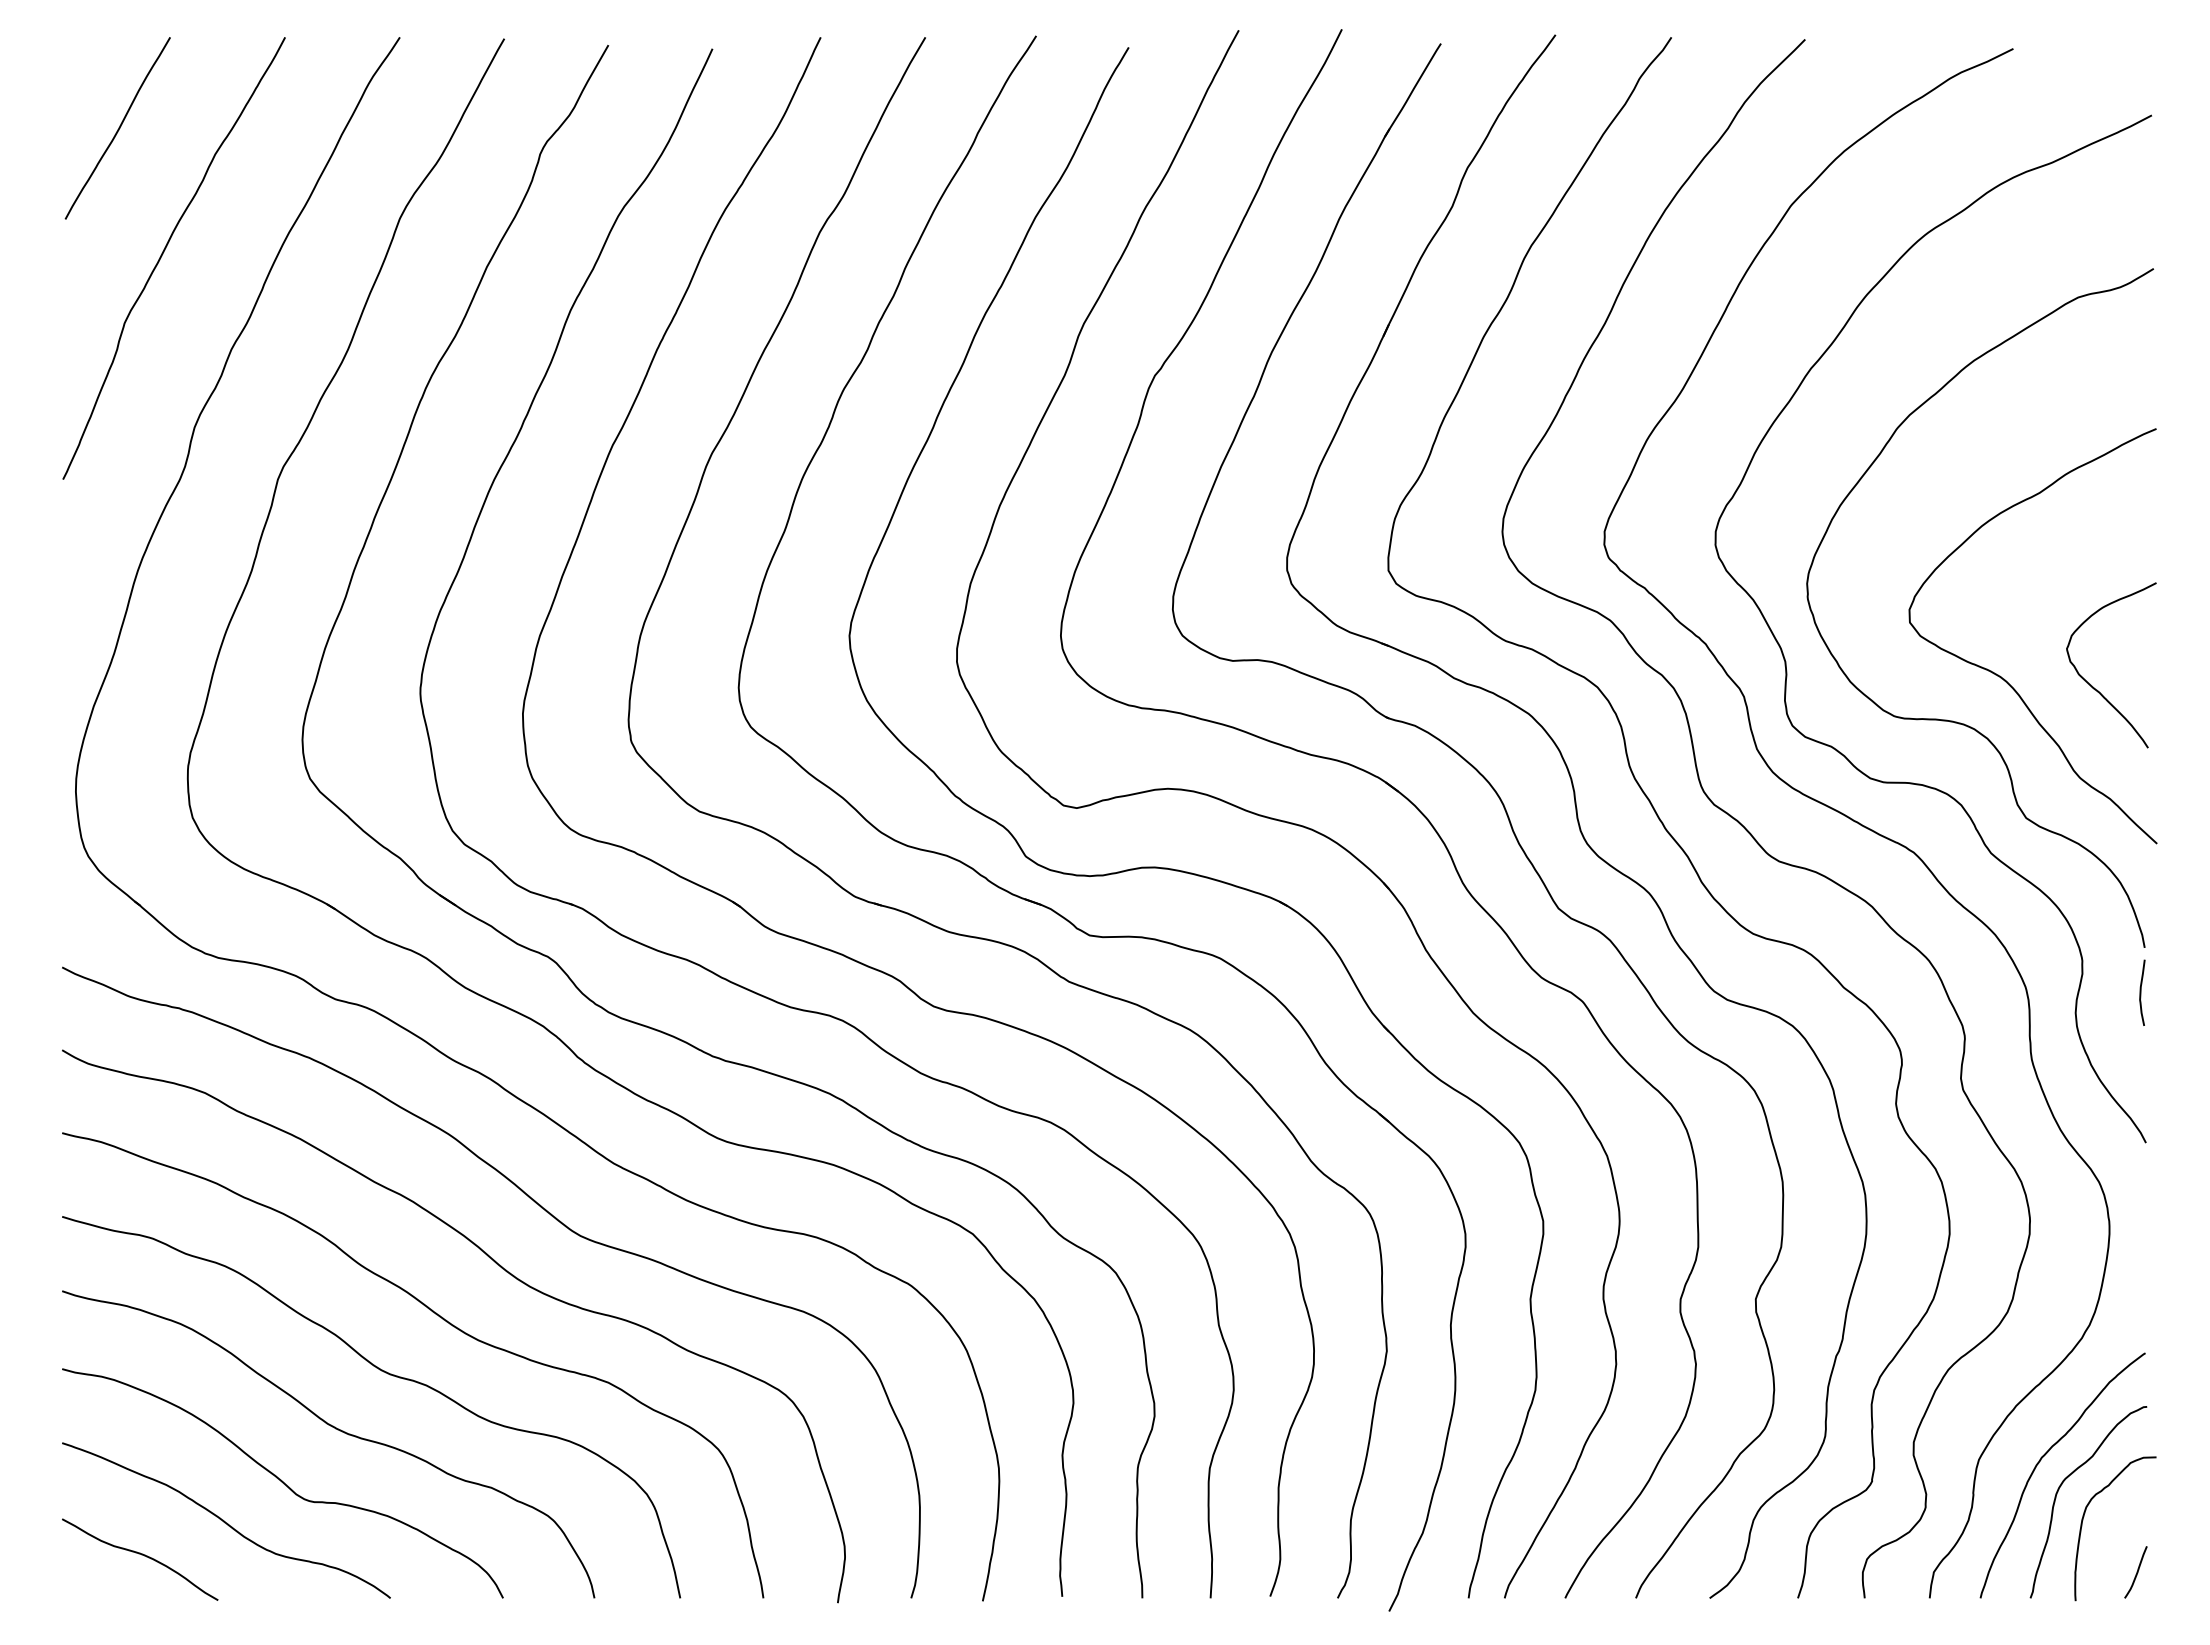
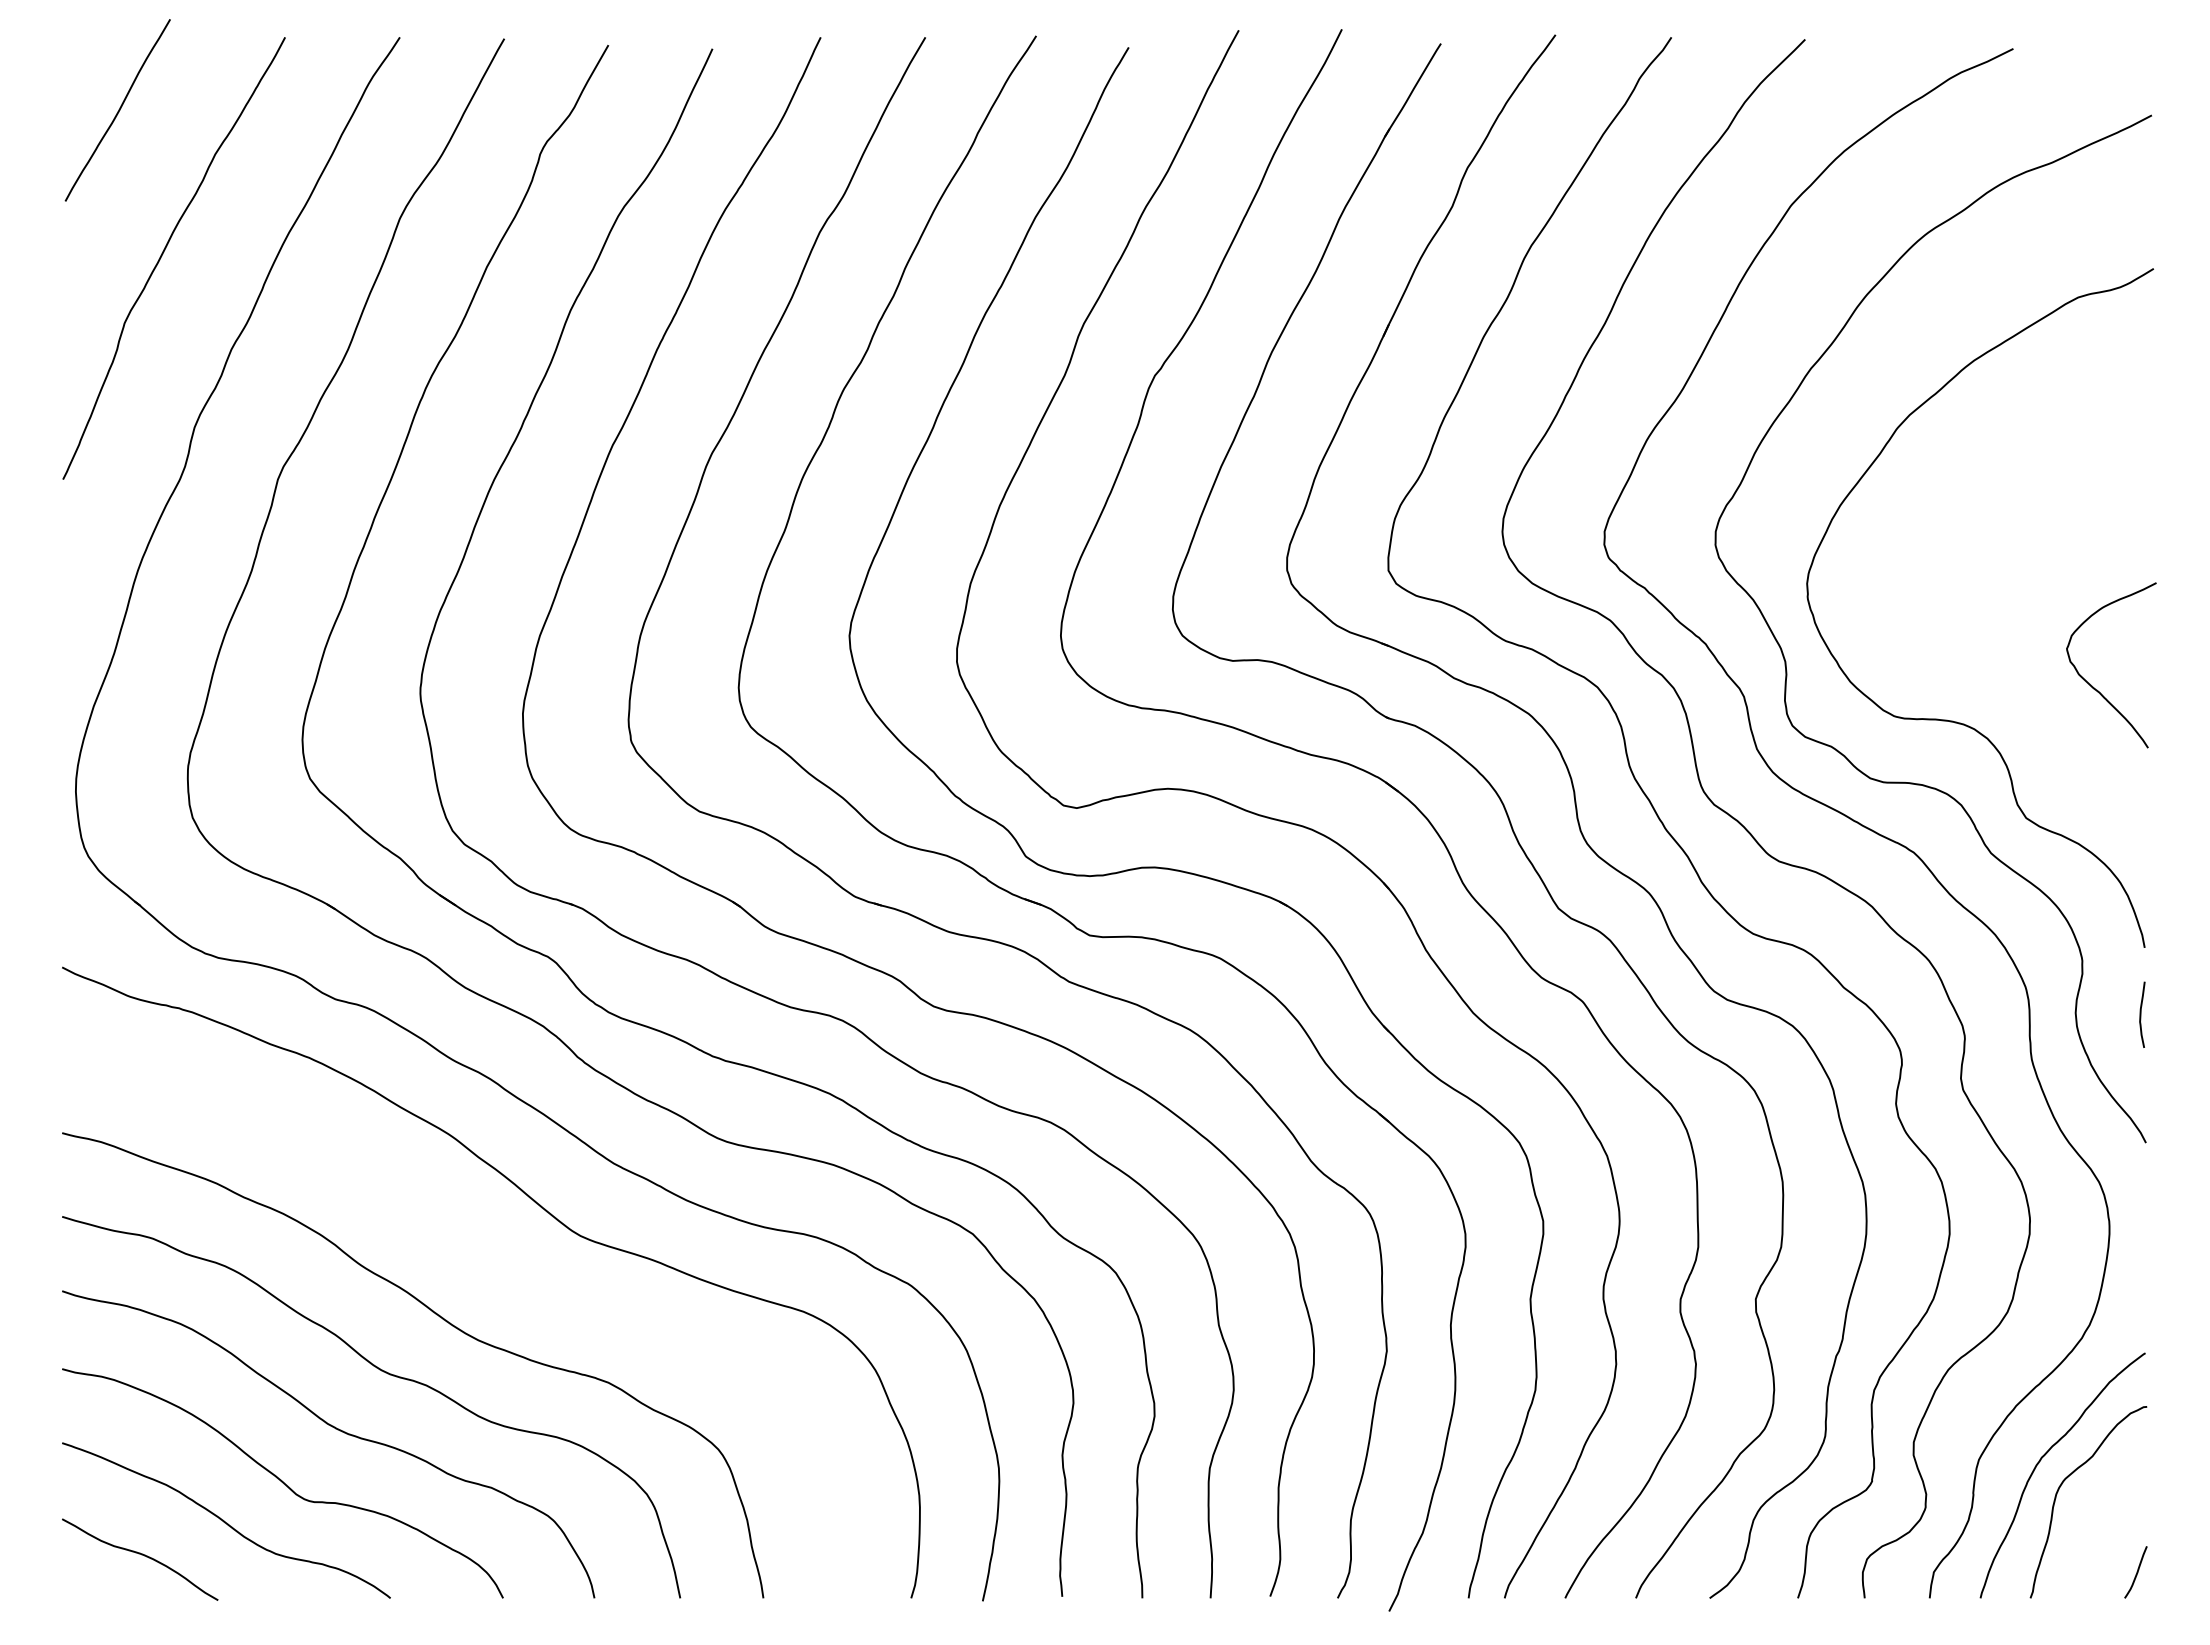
curve at (118, 128) position: (118, 128) -> (118, 110)
curve at (2000, 675): present -> none
curve at (2141, 992) position: (2141, 992) -> (2141, 1014)
curve at (502, 1269): present -> none
curve at (2083, 1520): present -> none
